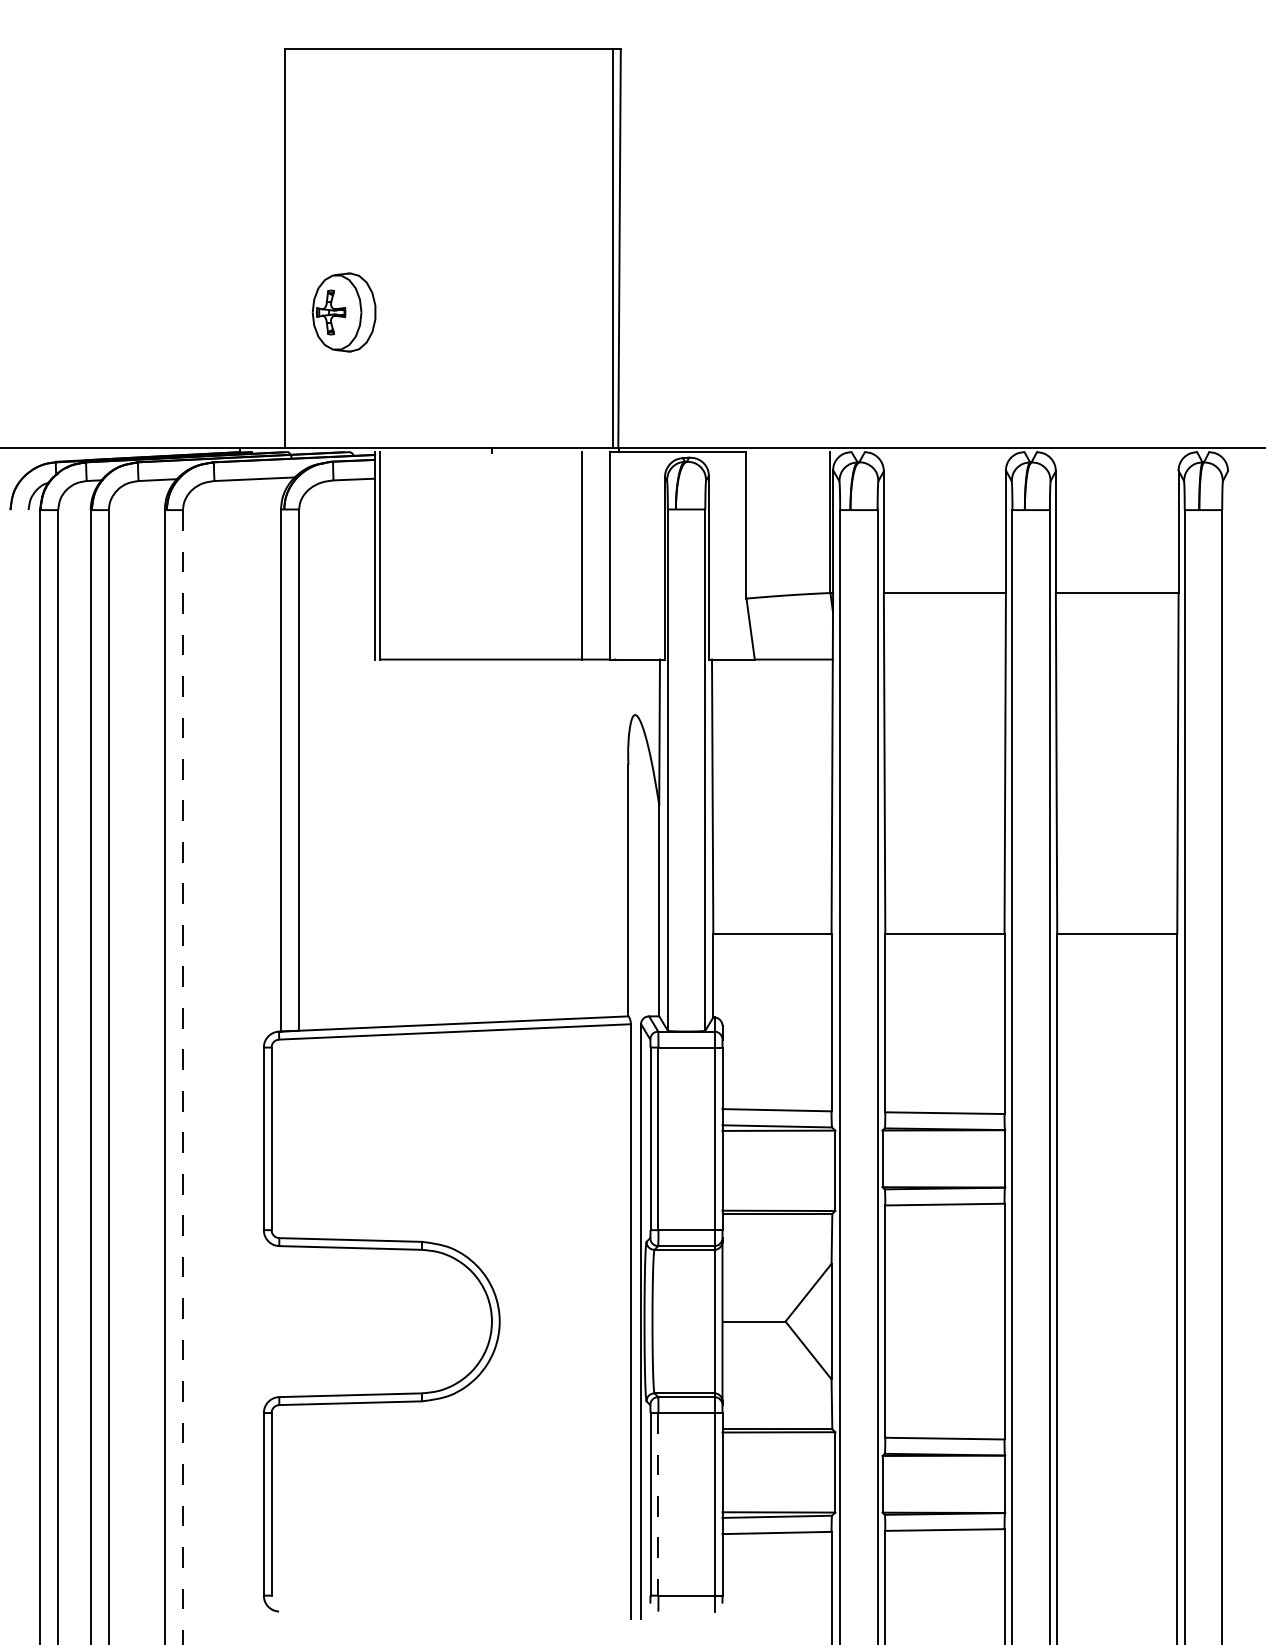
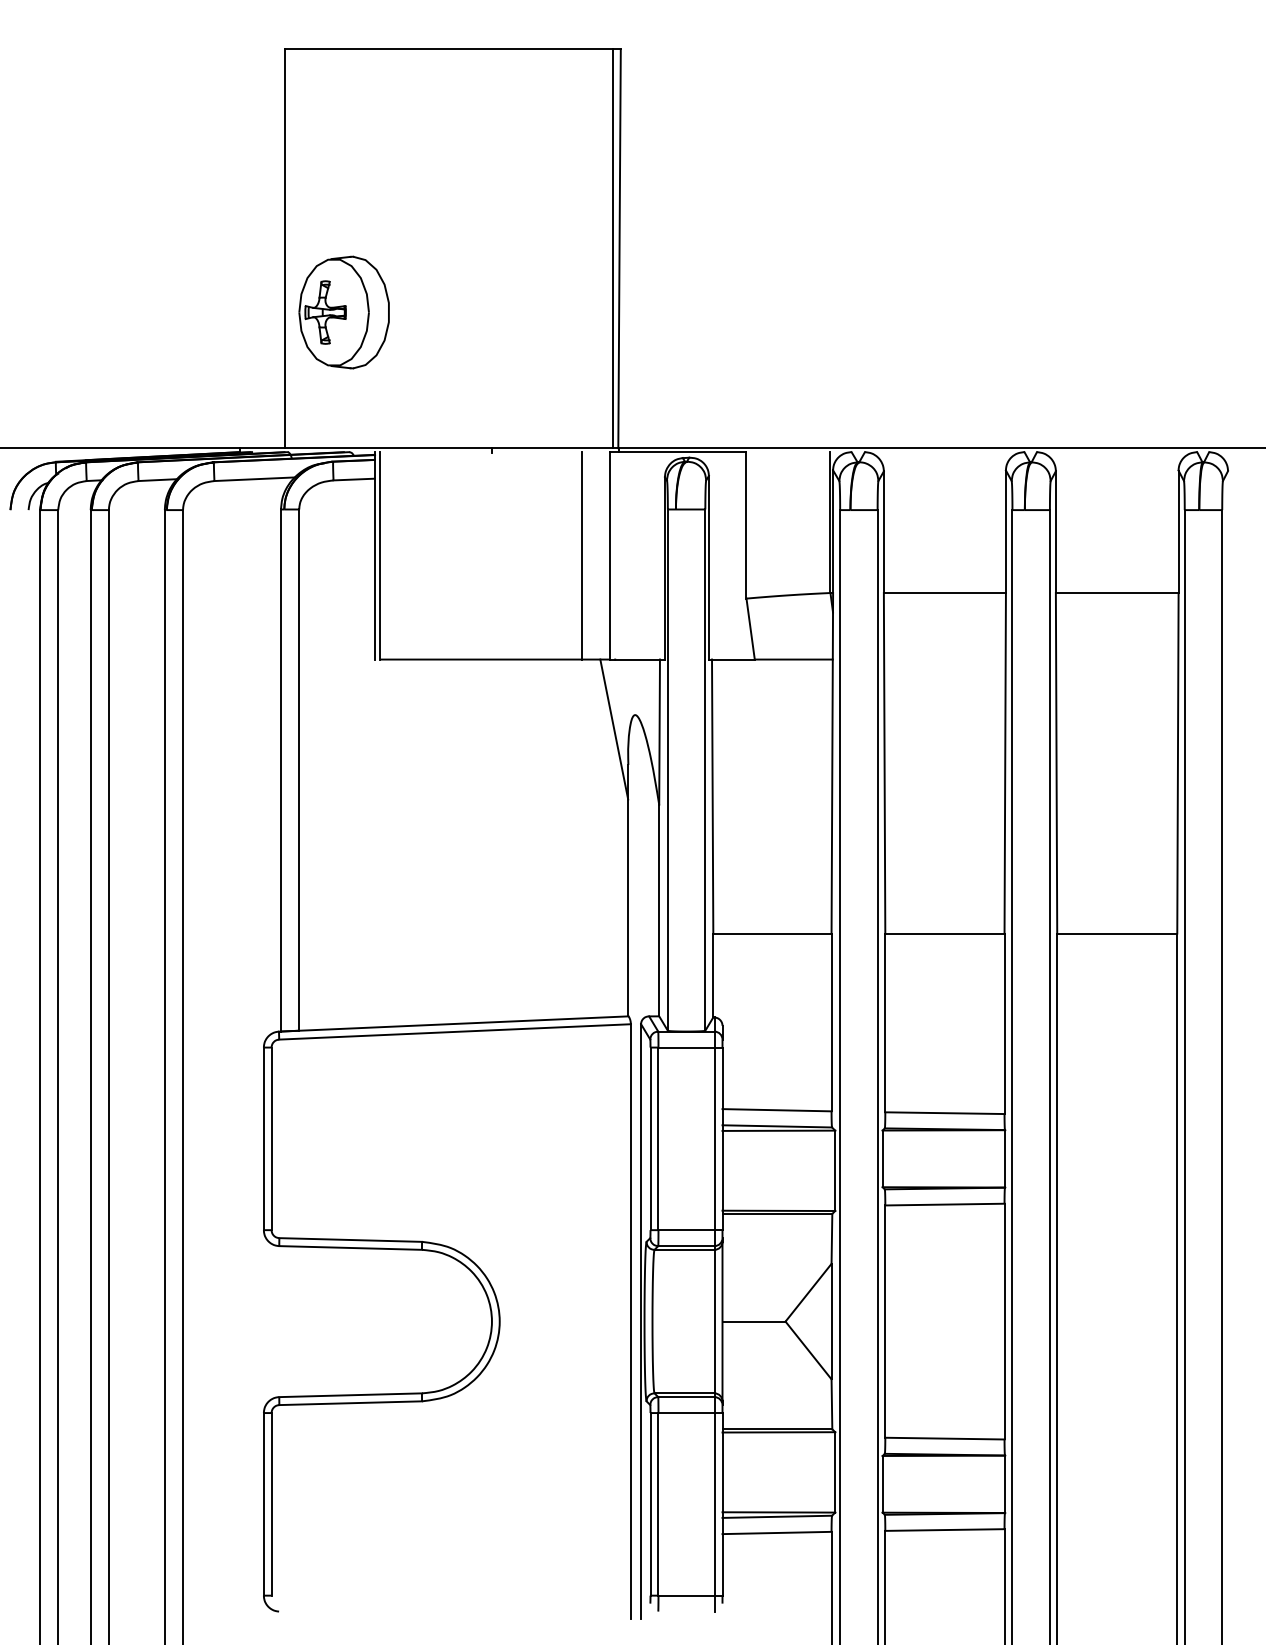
part at (343, 312) size: 66x81 px -> 92x115 px
line at (614, 729): none -> present
line at (183, 1077): dashed -> solid
line at (658, 1504): dashed -> solid
